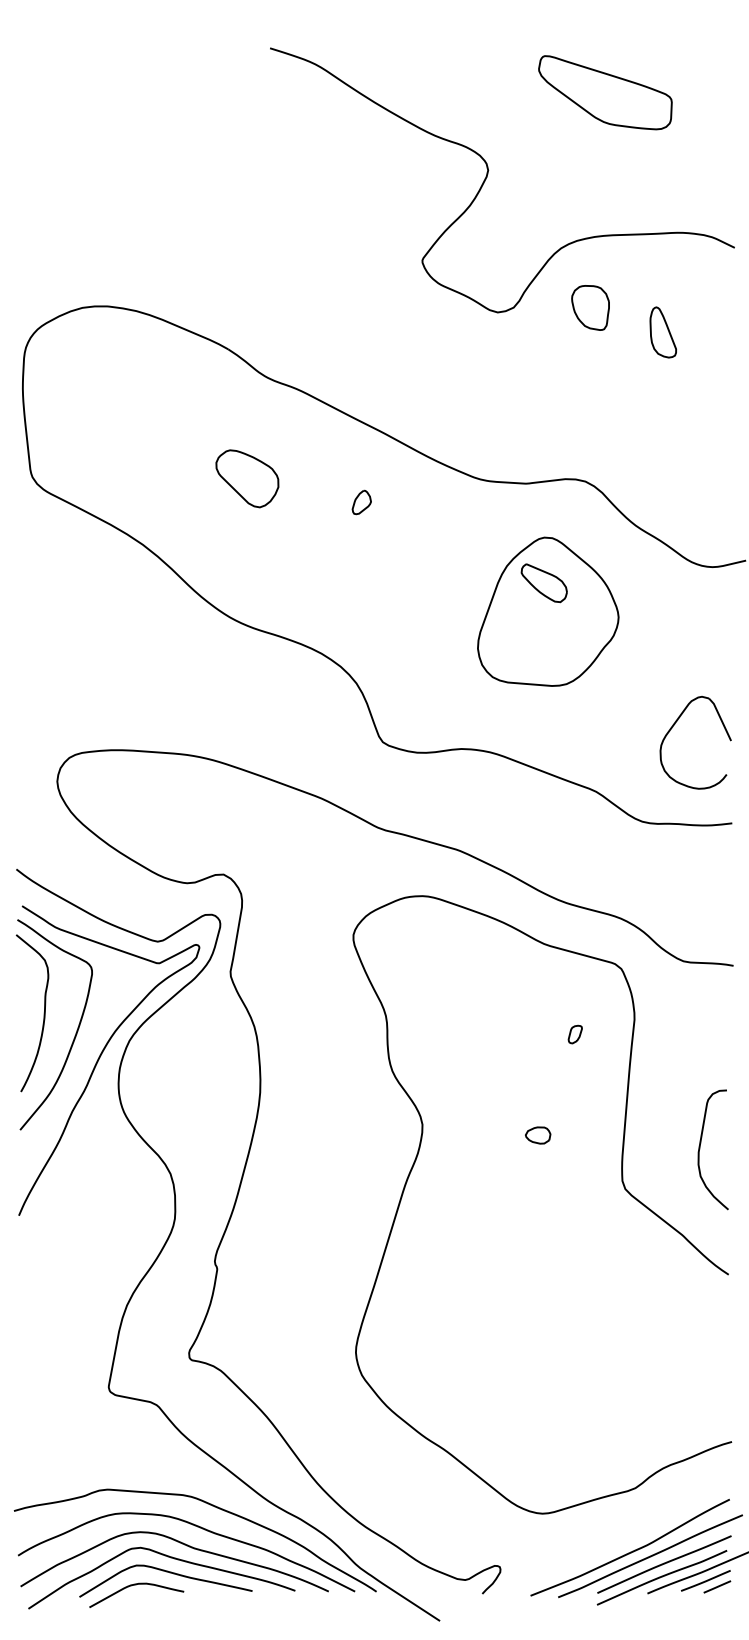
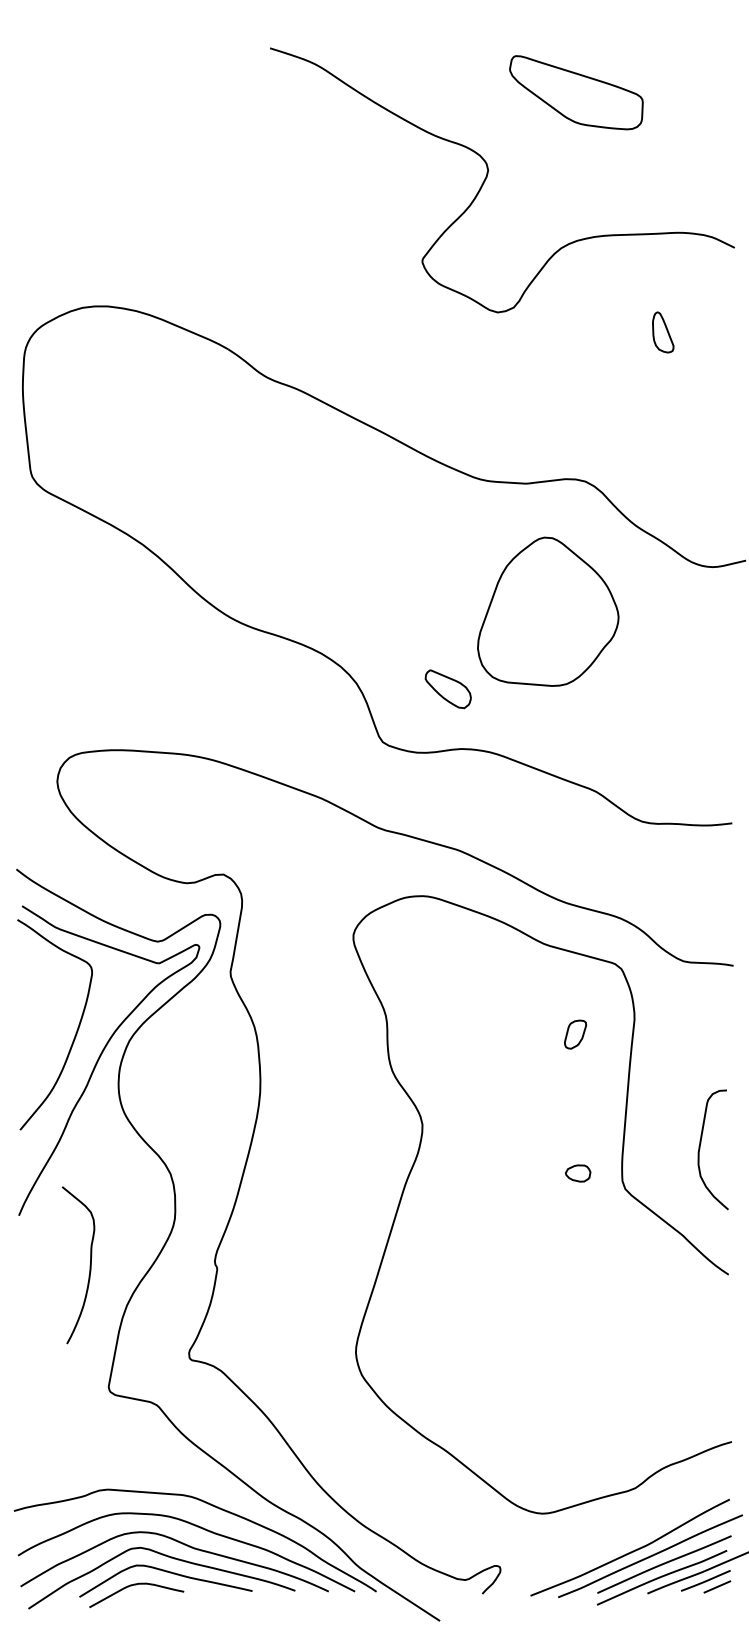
part at (605, 92) position: (605, 92) -> (576, 92)
part at (590, 307): present -> none
part at (662, 332) size: 28x53 px -> 23x43 px
part at (247, 478): present -> none
part at (361, 502): present -> none
part at (543, 583) position: (543, 583) -> (447, 689)
part at (675, 724): present -> none
curve at (43, 1013) position: (43, 1013) -> (89, 1265)
part at (574, 1034) size: 16x21 px -> 24x31 px
part at (538, 1135) position: (538, 1135) -> (578, 1173)
